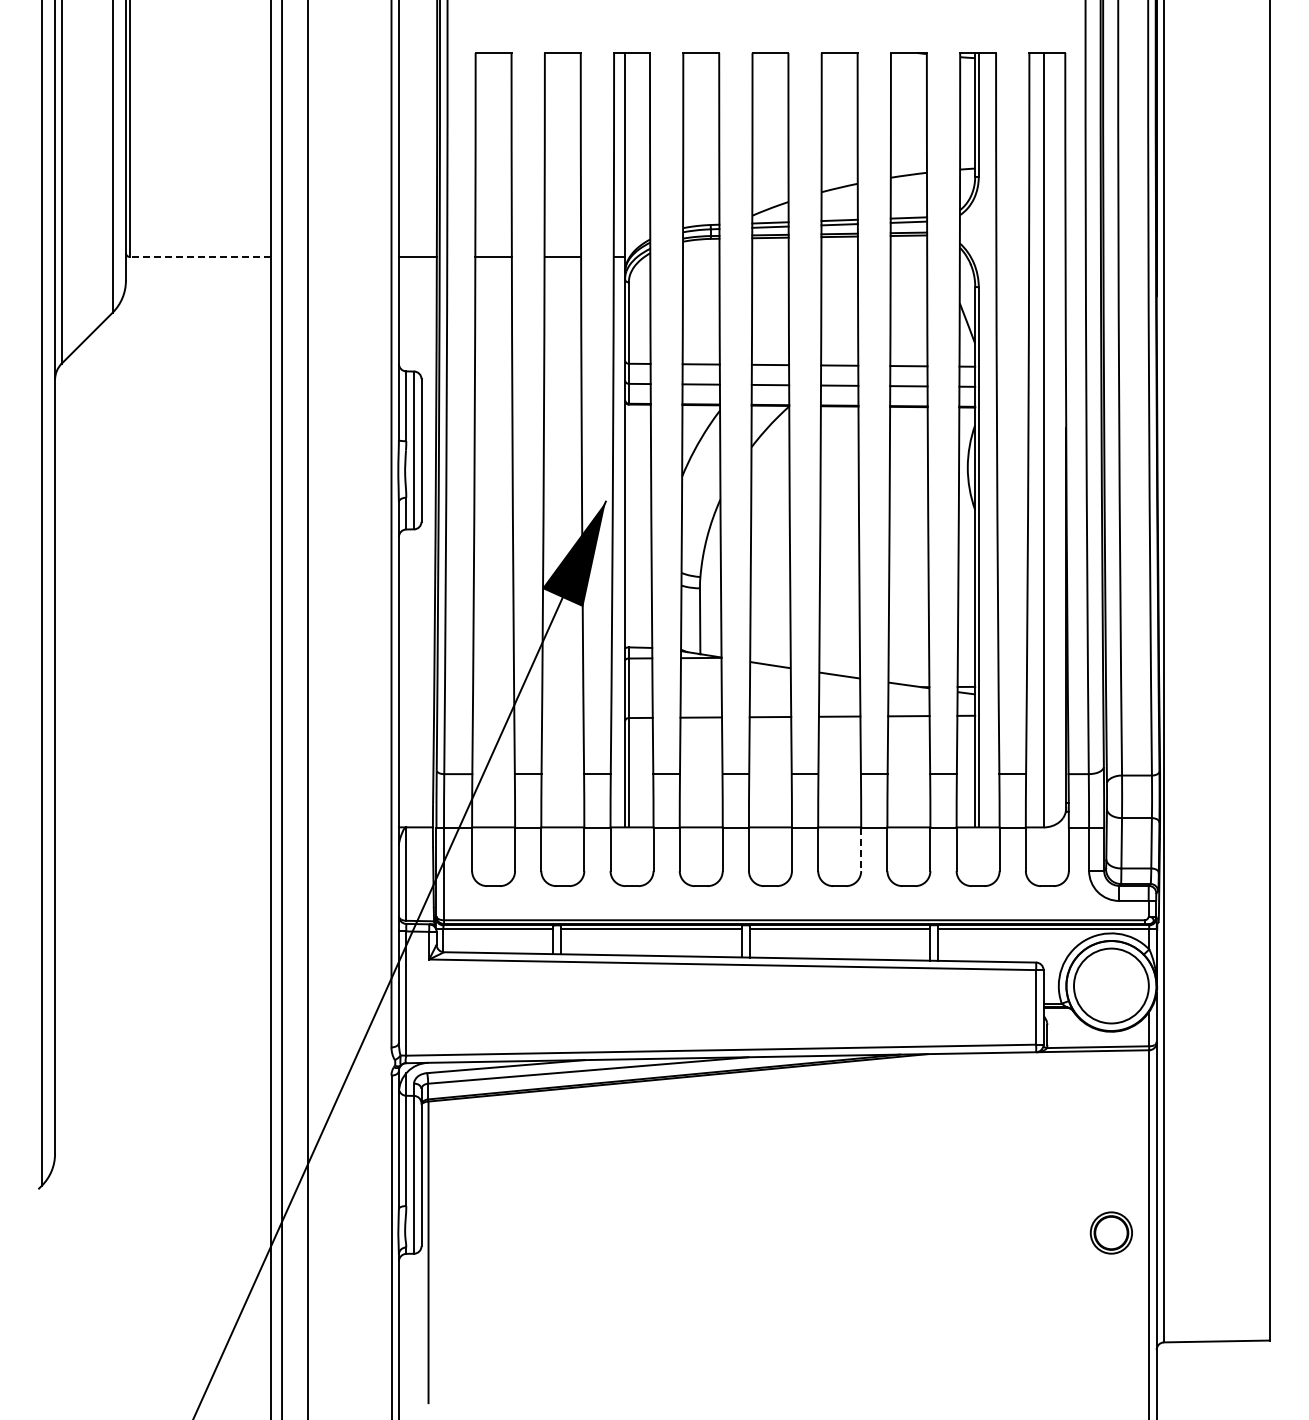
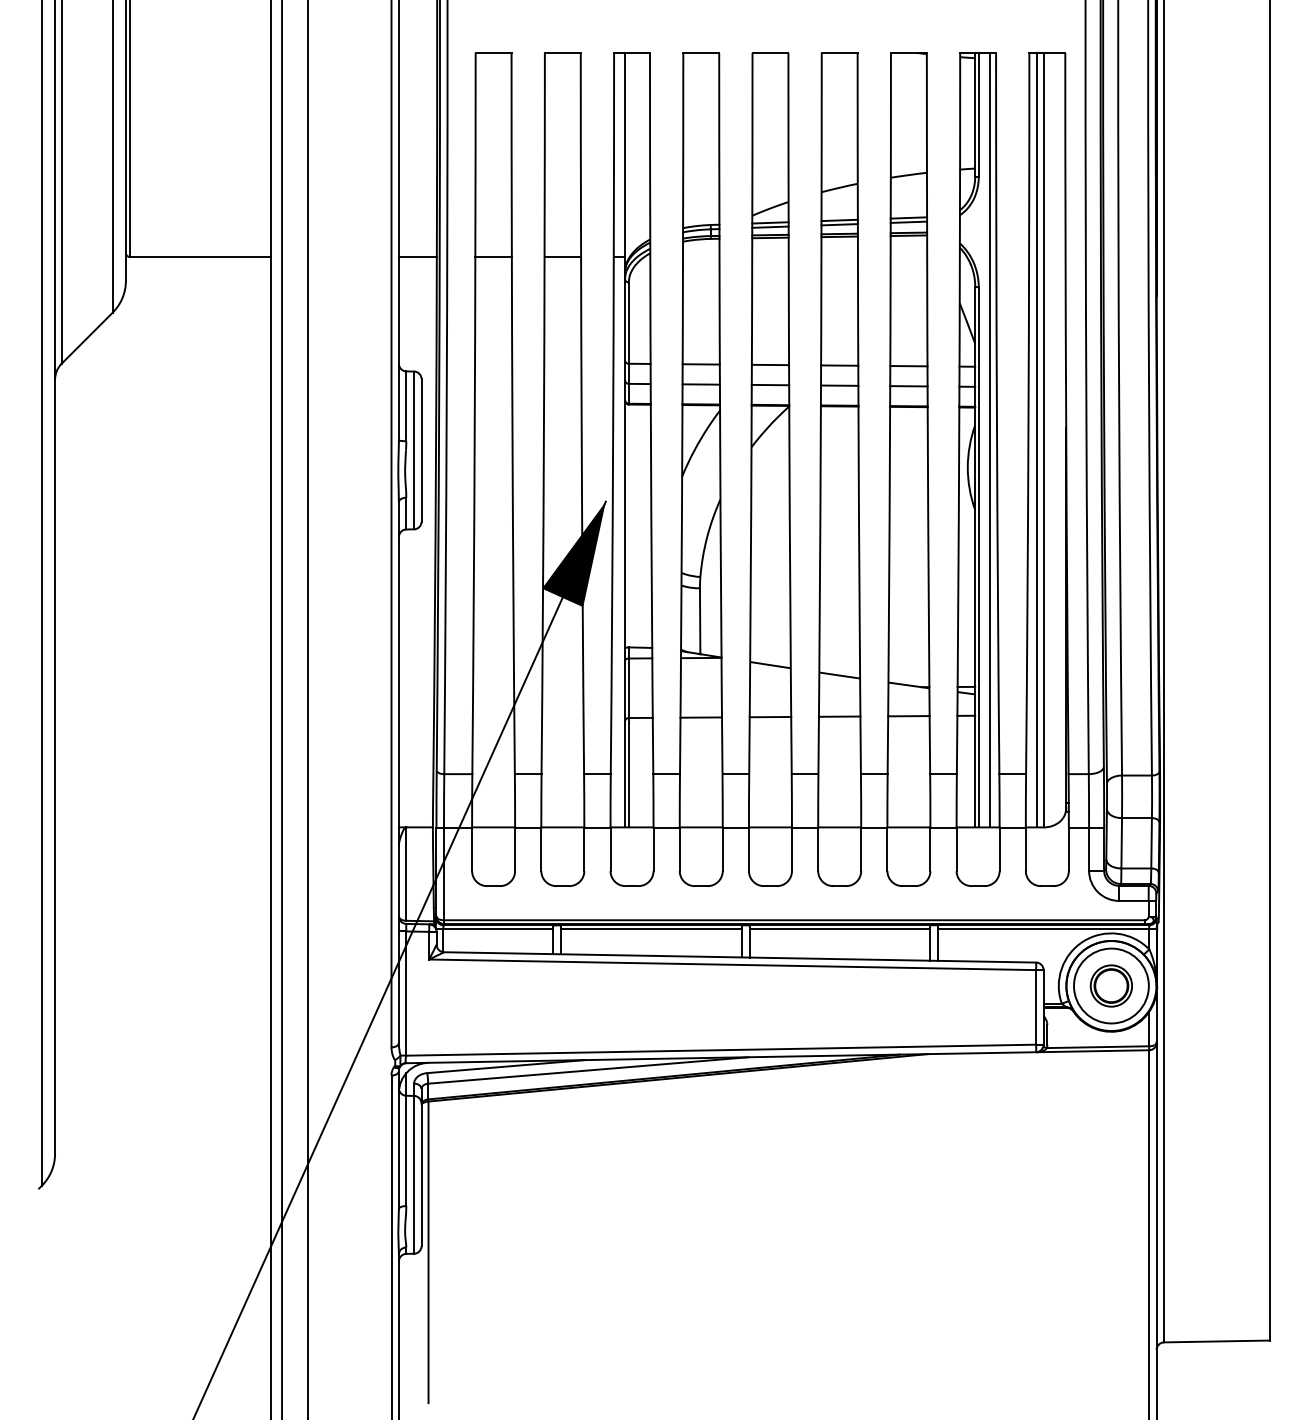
line at (199, 256): dashed -> solid
line at (989, 439): none -> present
line at (1036, 439): none -> present
line at (861, 850): dashed -> solid
part at (1110, 1232) position: (1110, 1232) -> (1110, 985)
